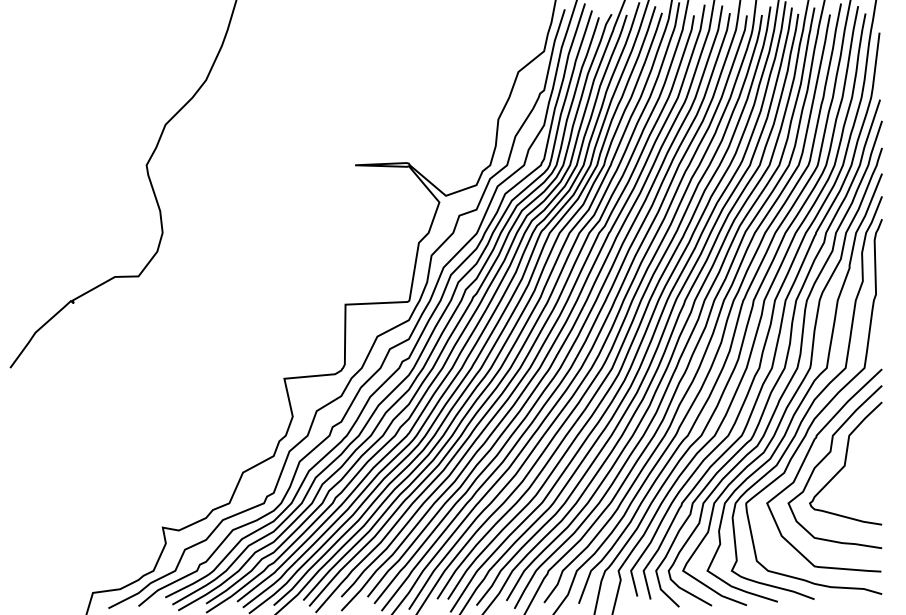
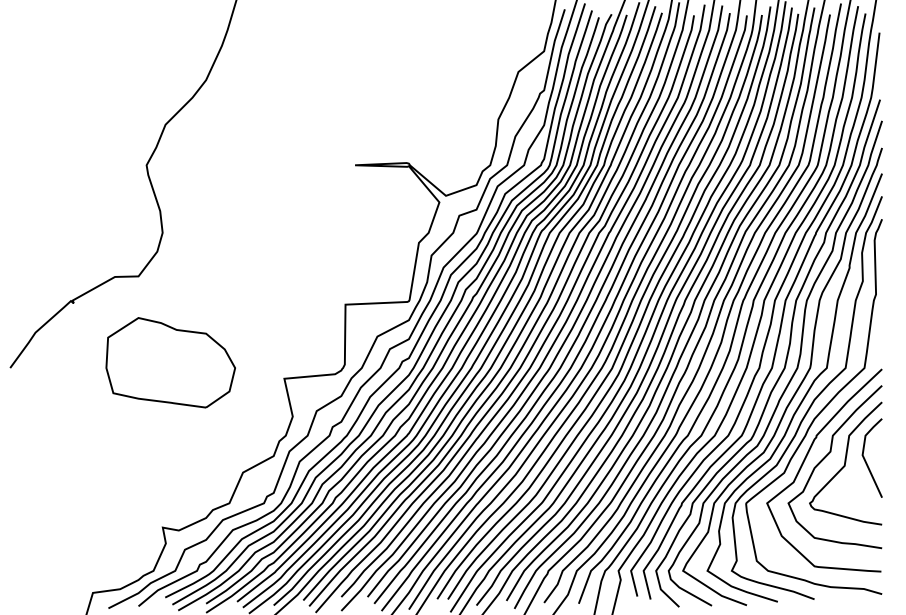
part at (170, 362): none -> present
line at (866, 460): none -> present
